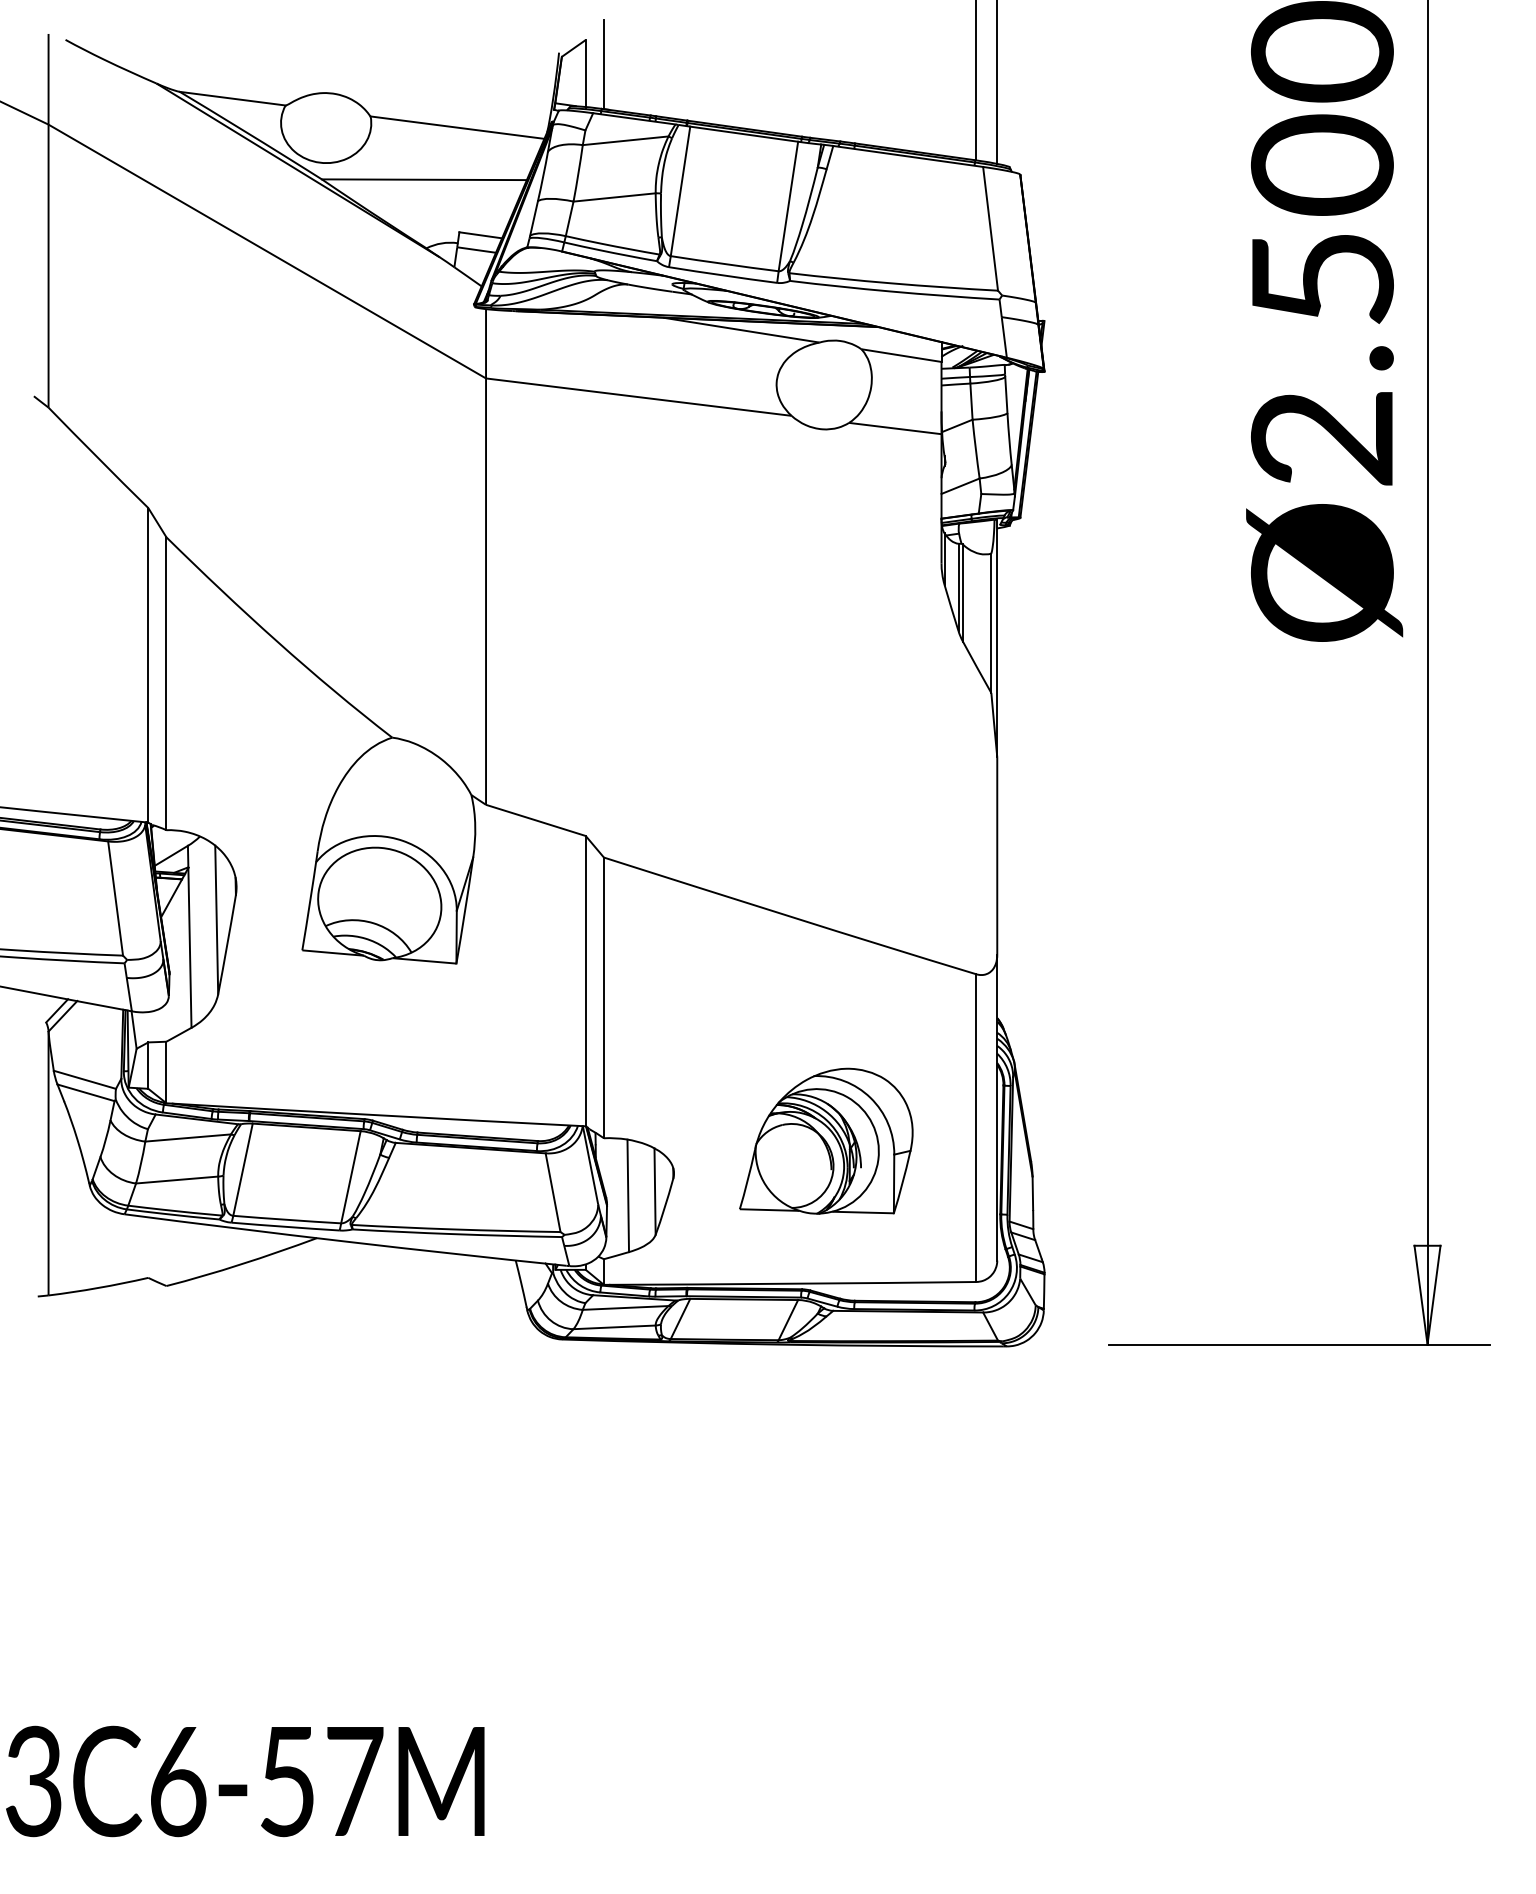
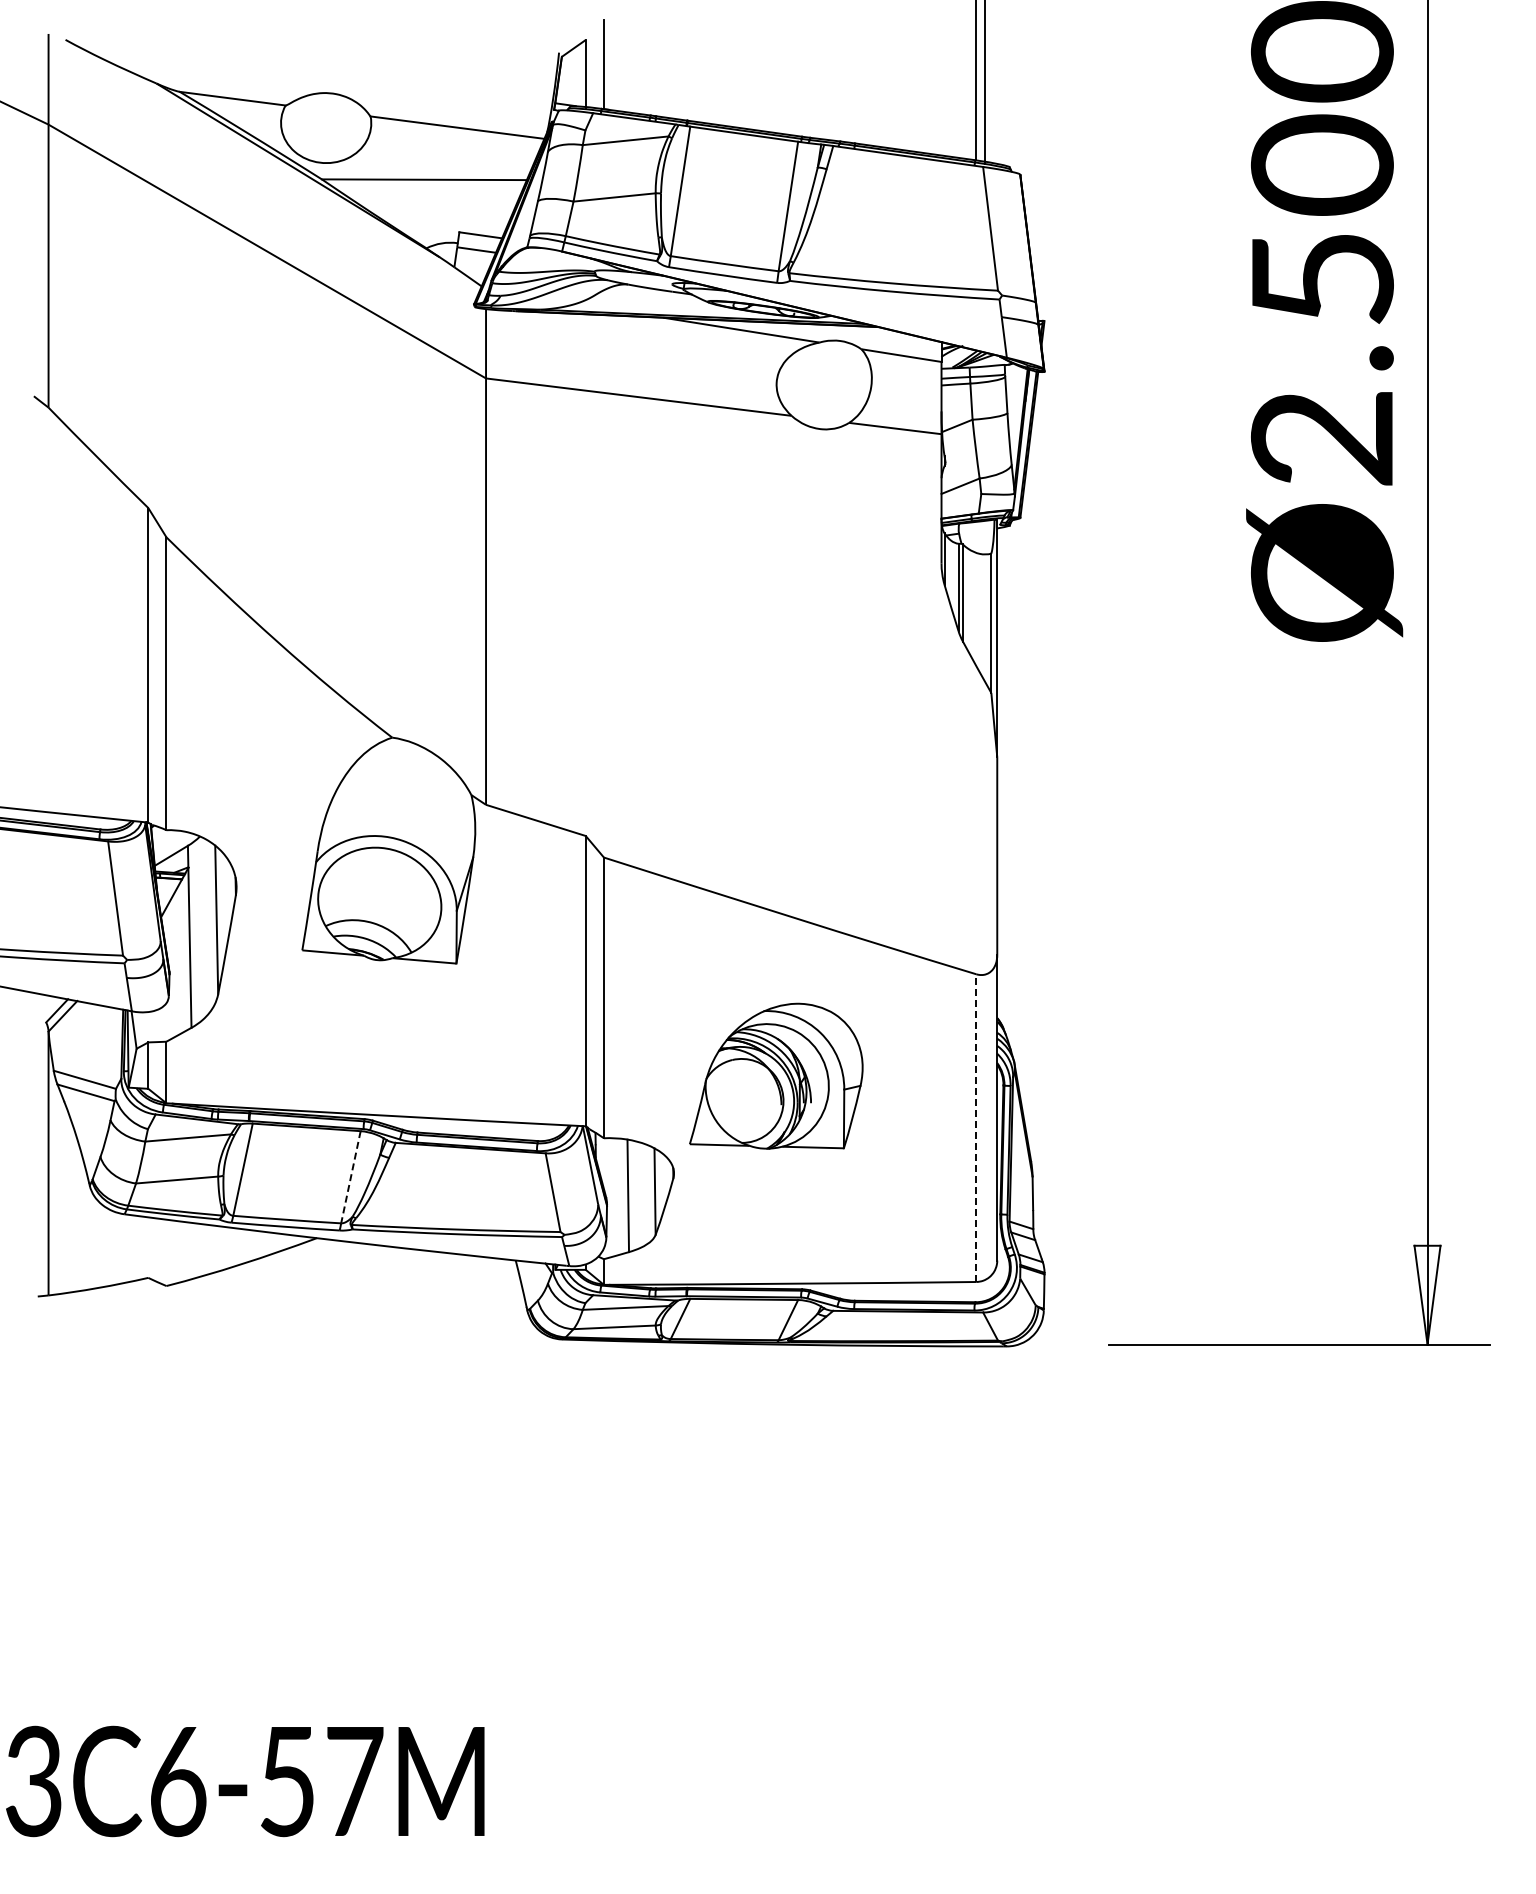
line at (997, 82) position: (997, 82) -> (985, 82)
line at (976, 1128): solid -> dashed
part at (826, 1140) position: (826, 1140) -> (776, 1075)
line at (350, 1177): solid -> dashed
